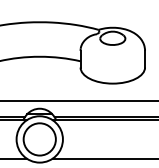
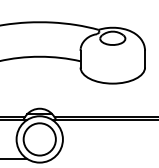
line at (78, 101): present -> none
line at (103, 158): present -> none
